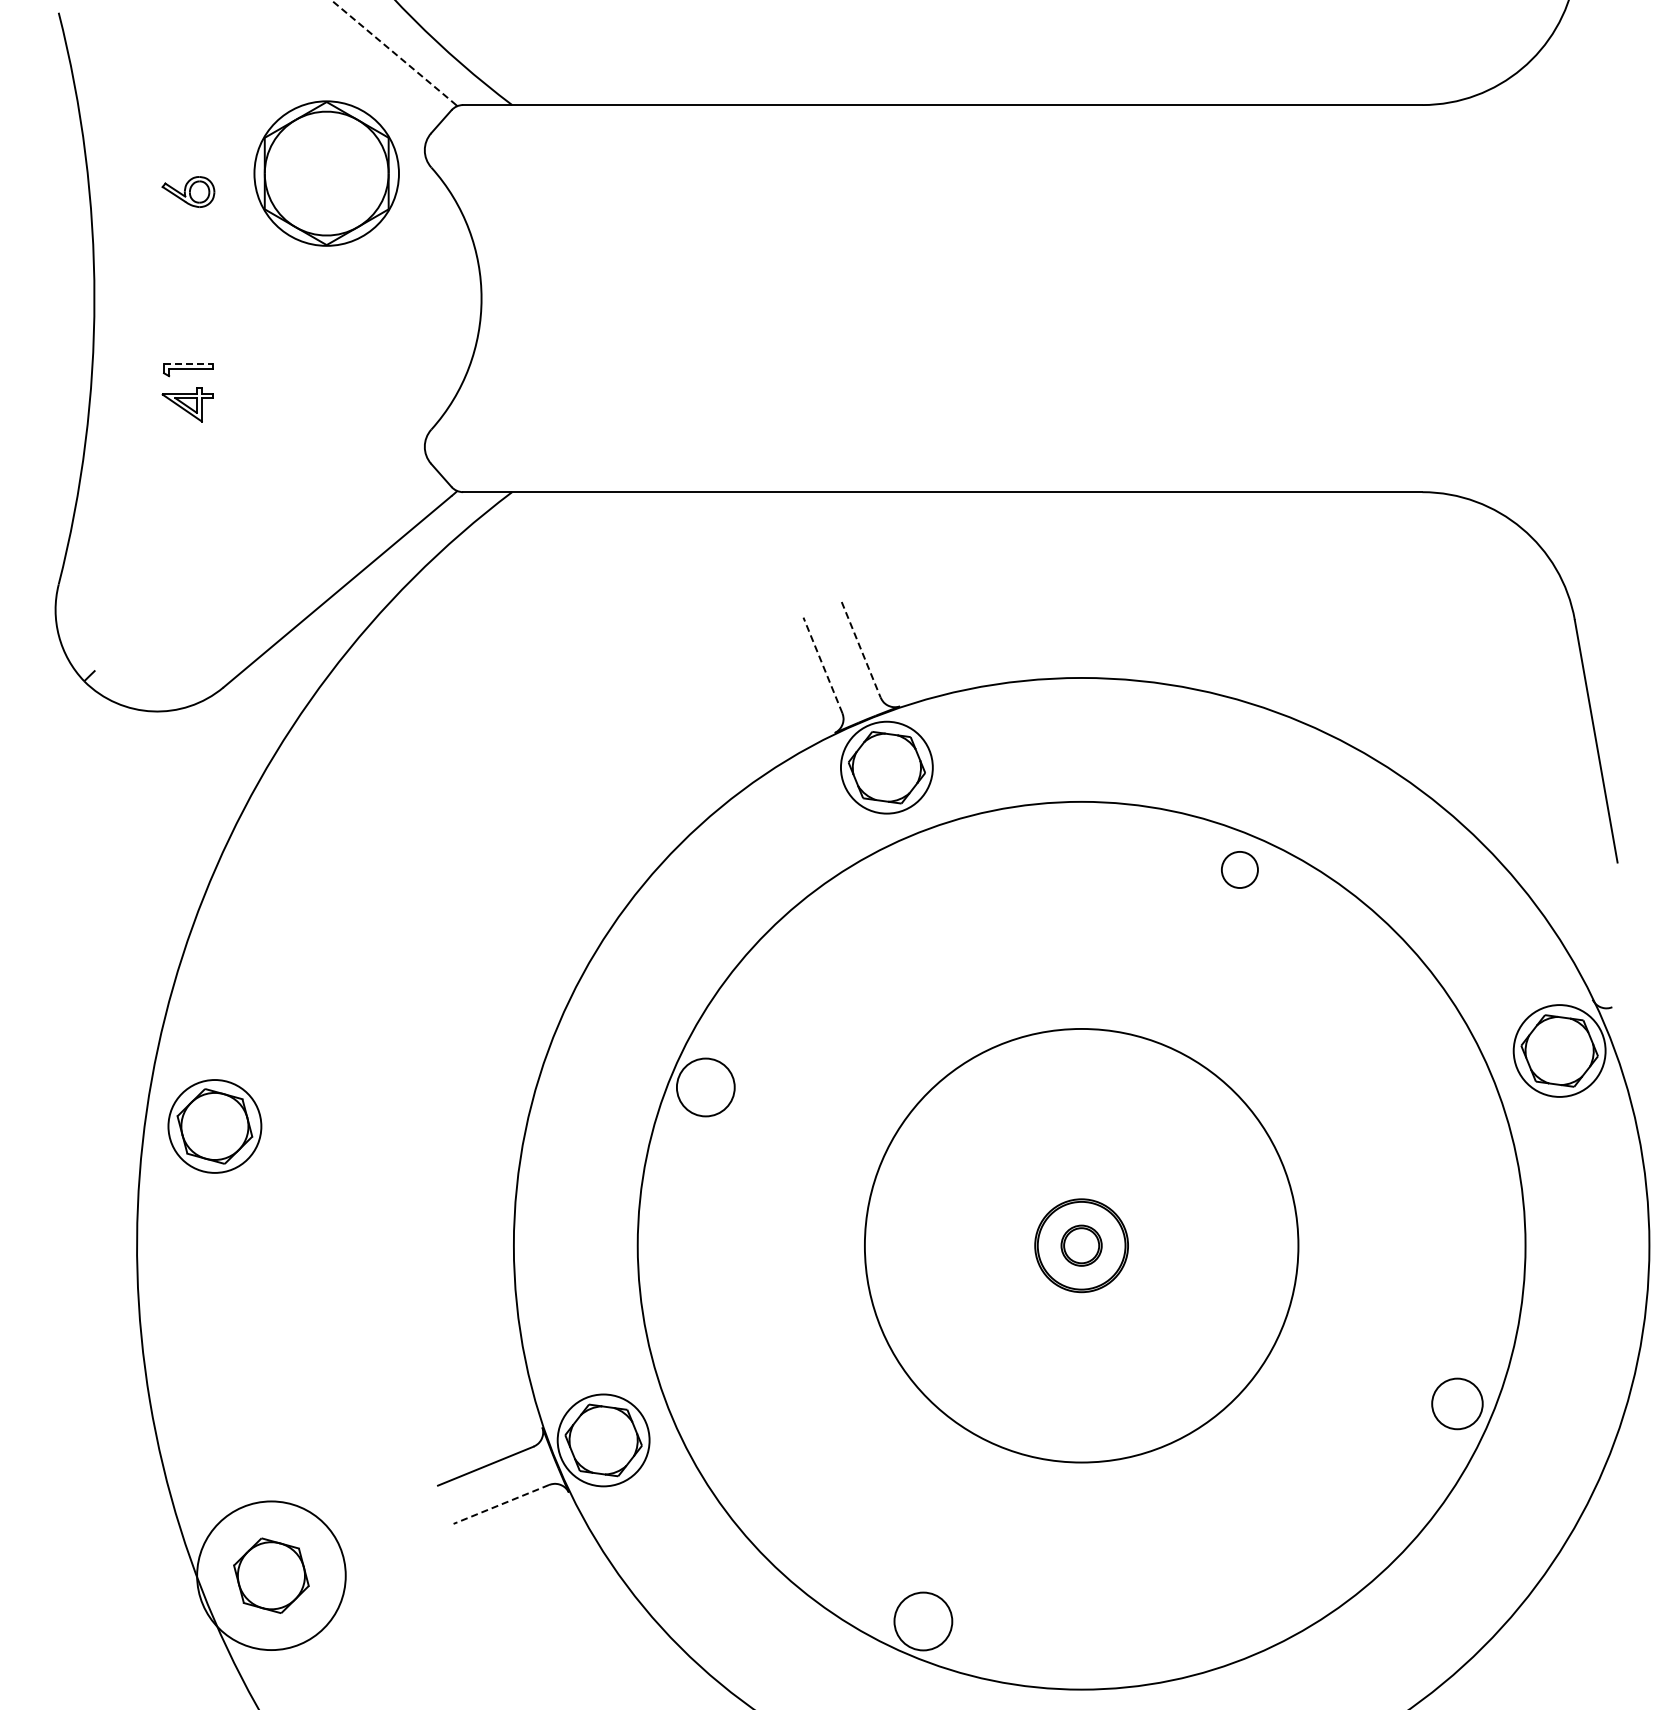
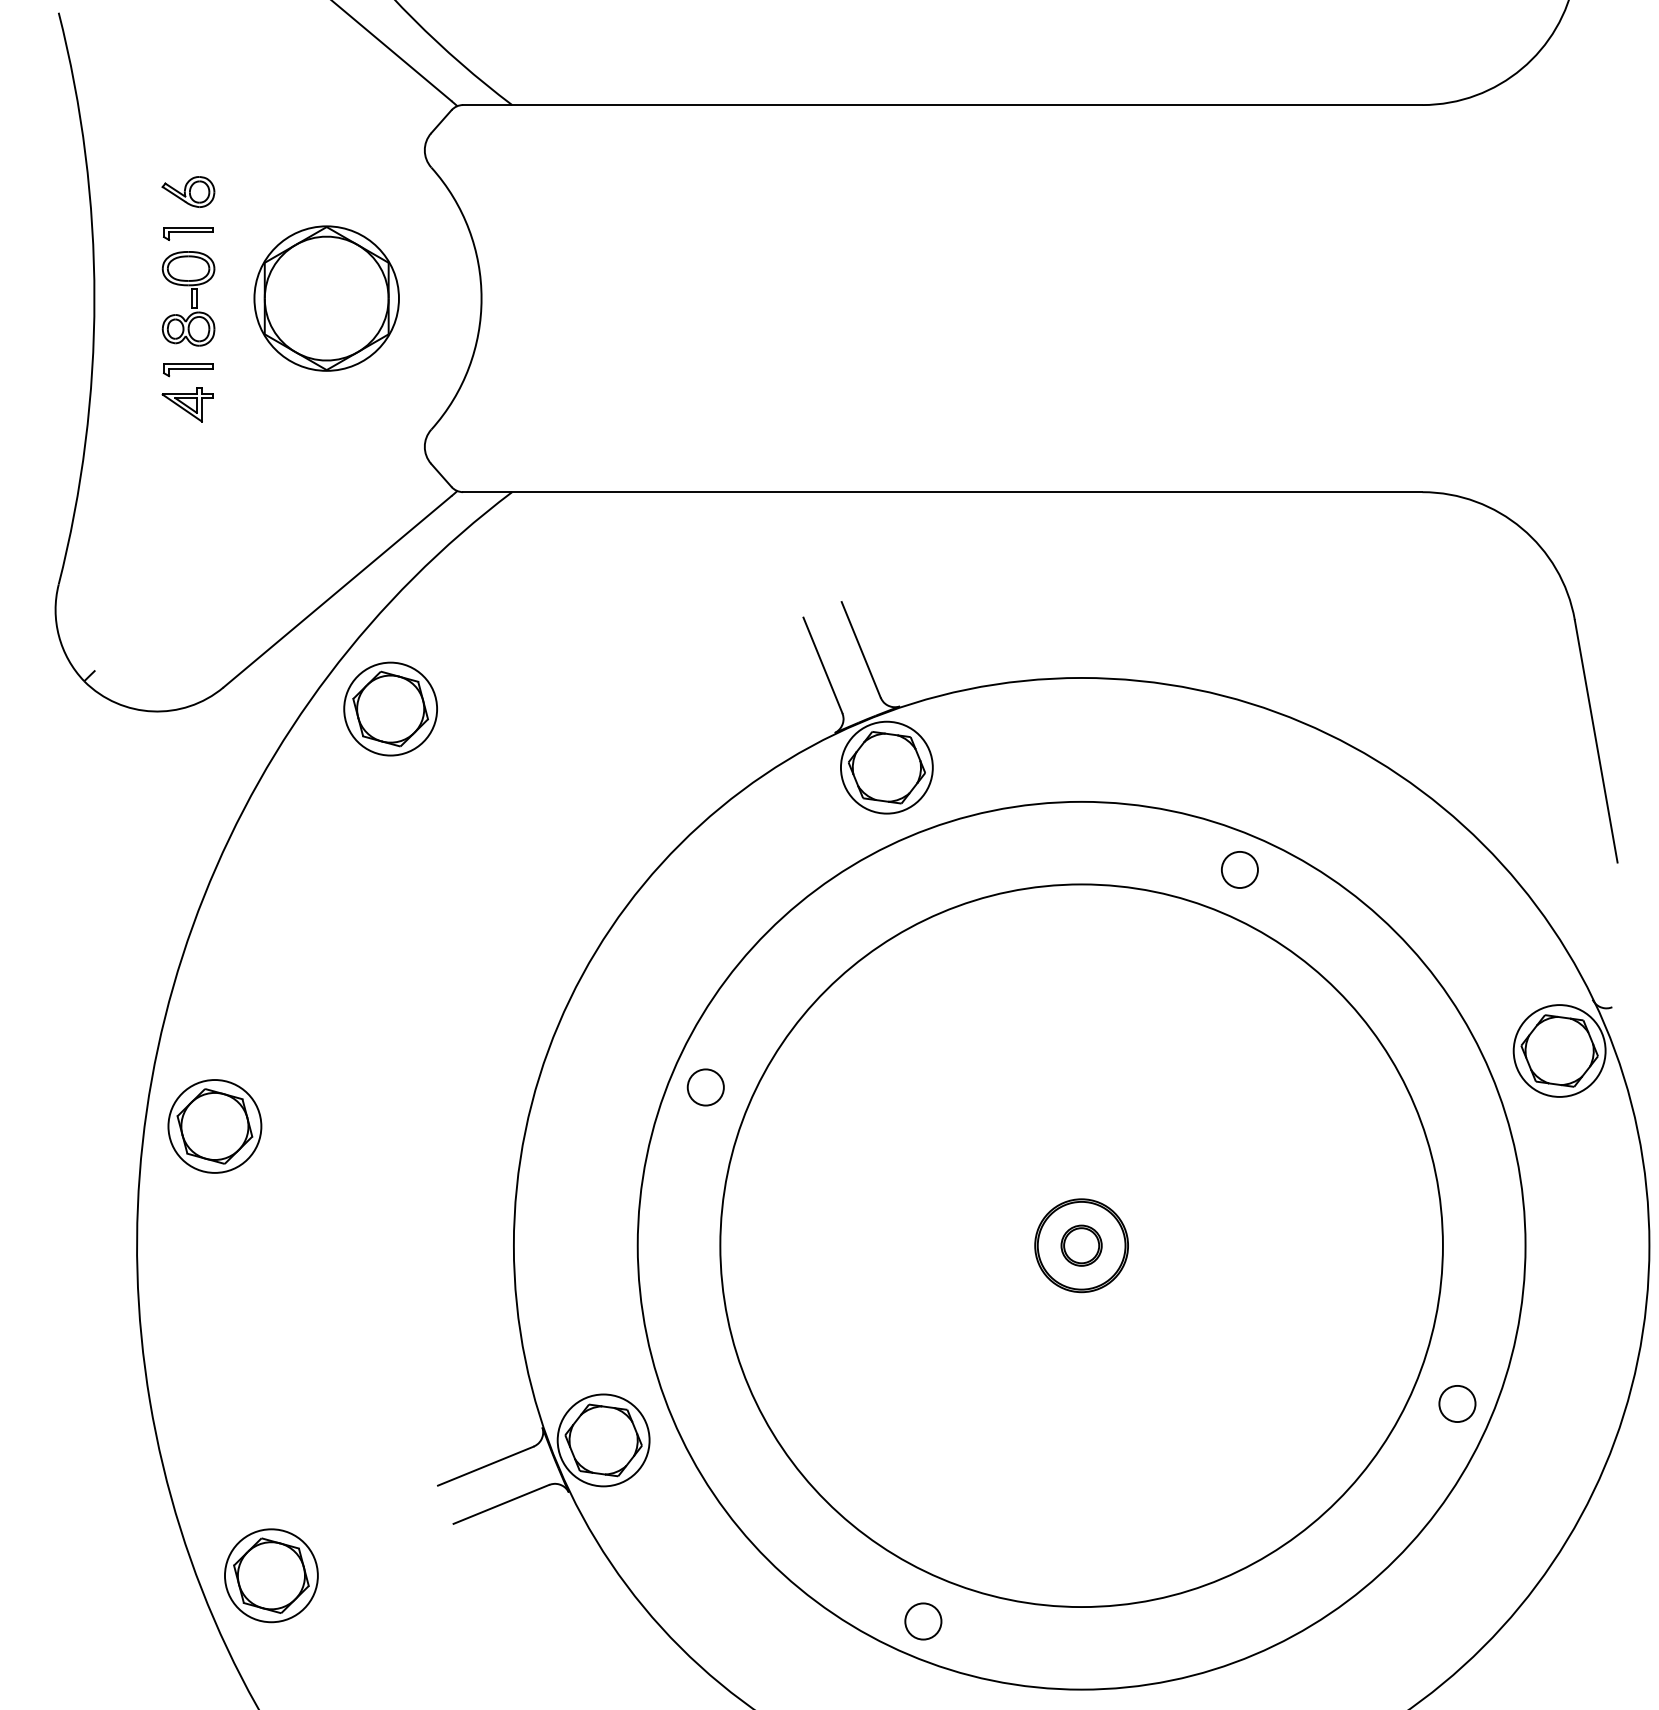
line at (391, 50): dashed -> solid
part at (326, 173) position: (326, 173) -> (326, 298)
part at (188, 233): none -> present
part at (188, 298): none -> present
line at (188, 364): dashed -> solid
line at (861, 649): dashed -> solid
line at (822, 665): dashed -> solid
part at (390, 708): none -> present
circle at (705, 1087) diameter: 58 px -> 36 px
circle at (1081, 1245) diameter: 434 px -> 723 px
circle at (1457, 1403) diameter: 51 px -> 36 px
line at (501, 1504): dashed -> solid
circle at (271, 1575) diameter: 149 px -> 93 px
circle at (923, 1621) diameter: 58 px -> 36 px
